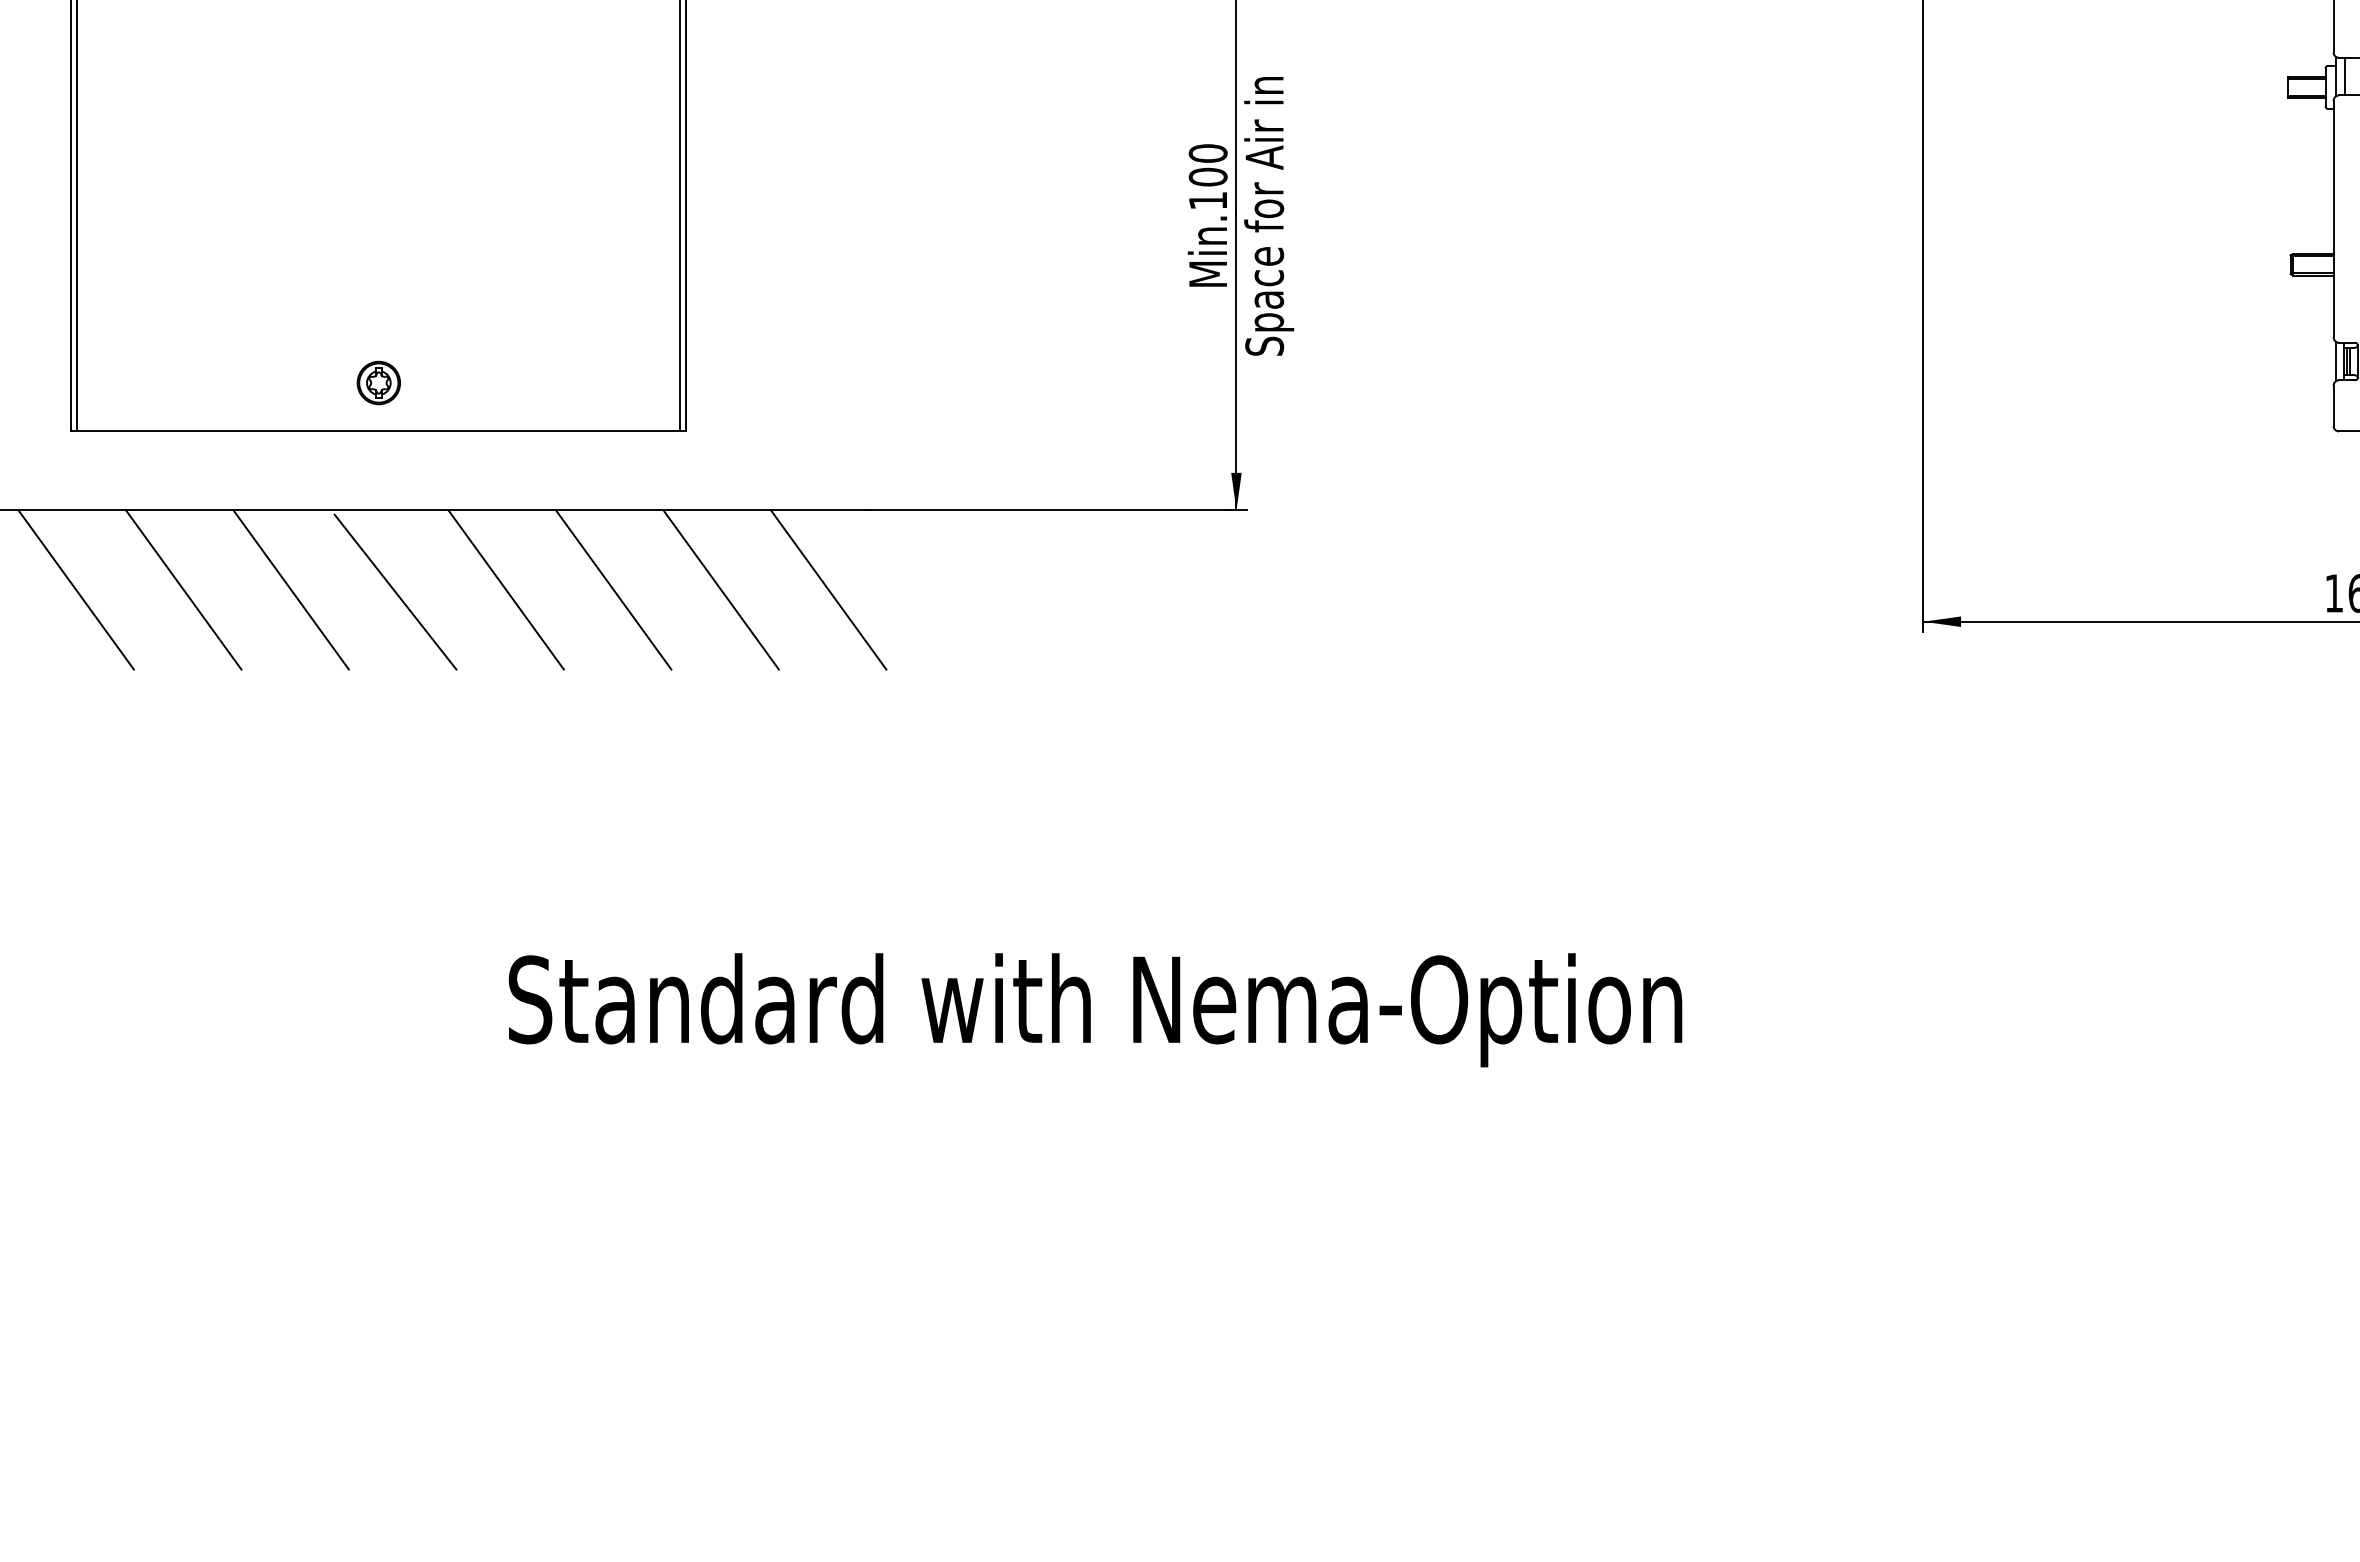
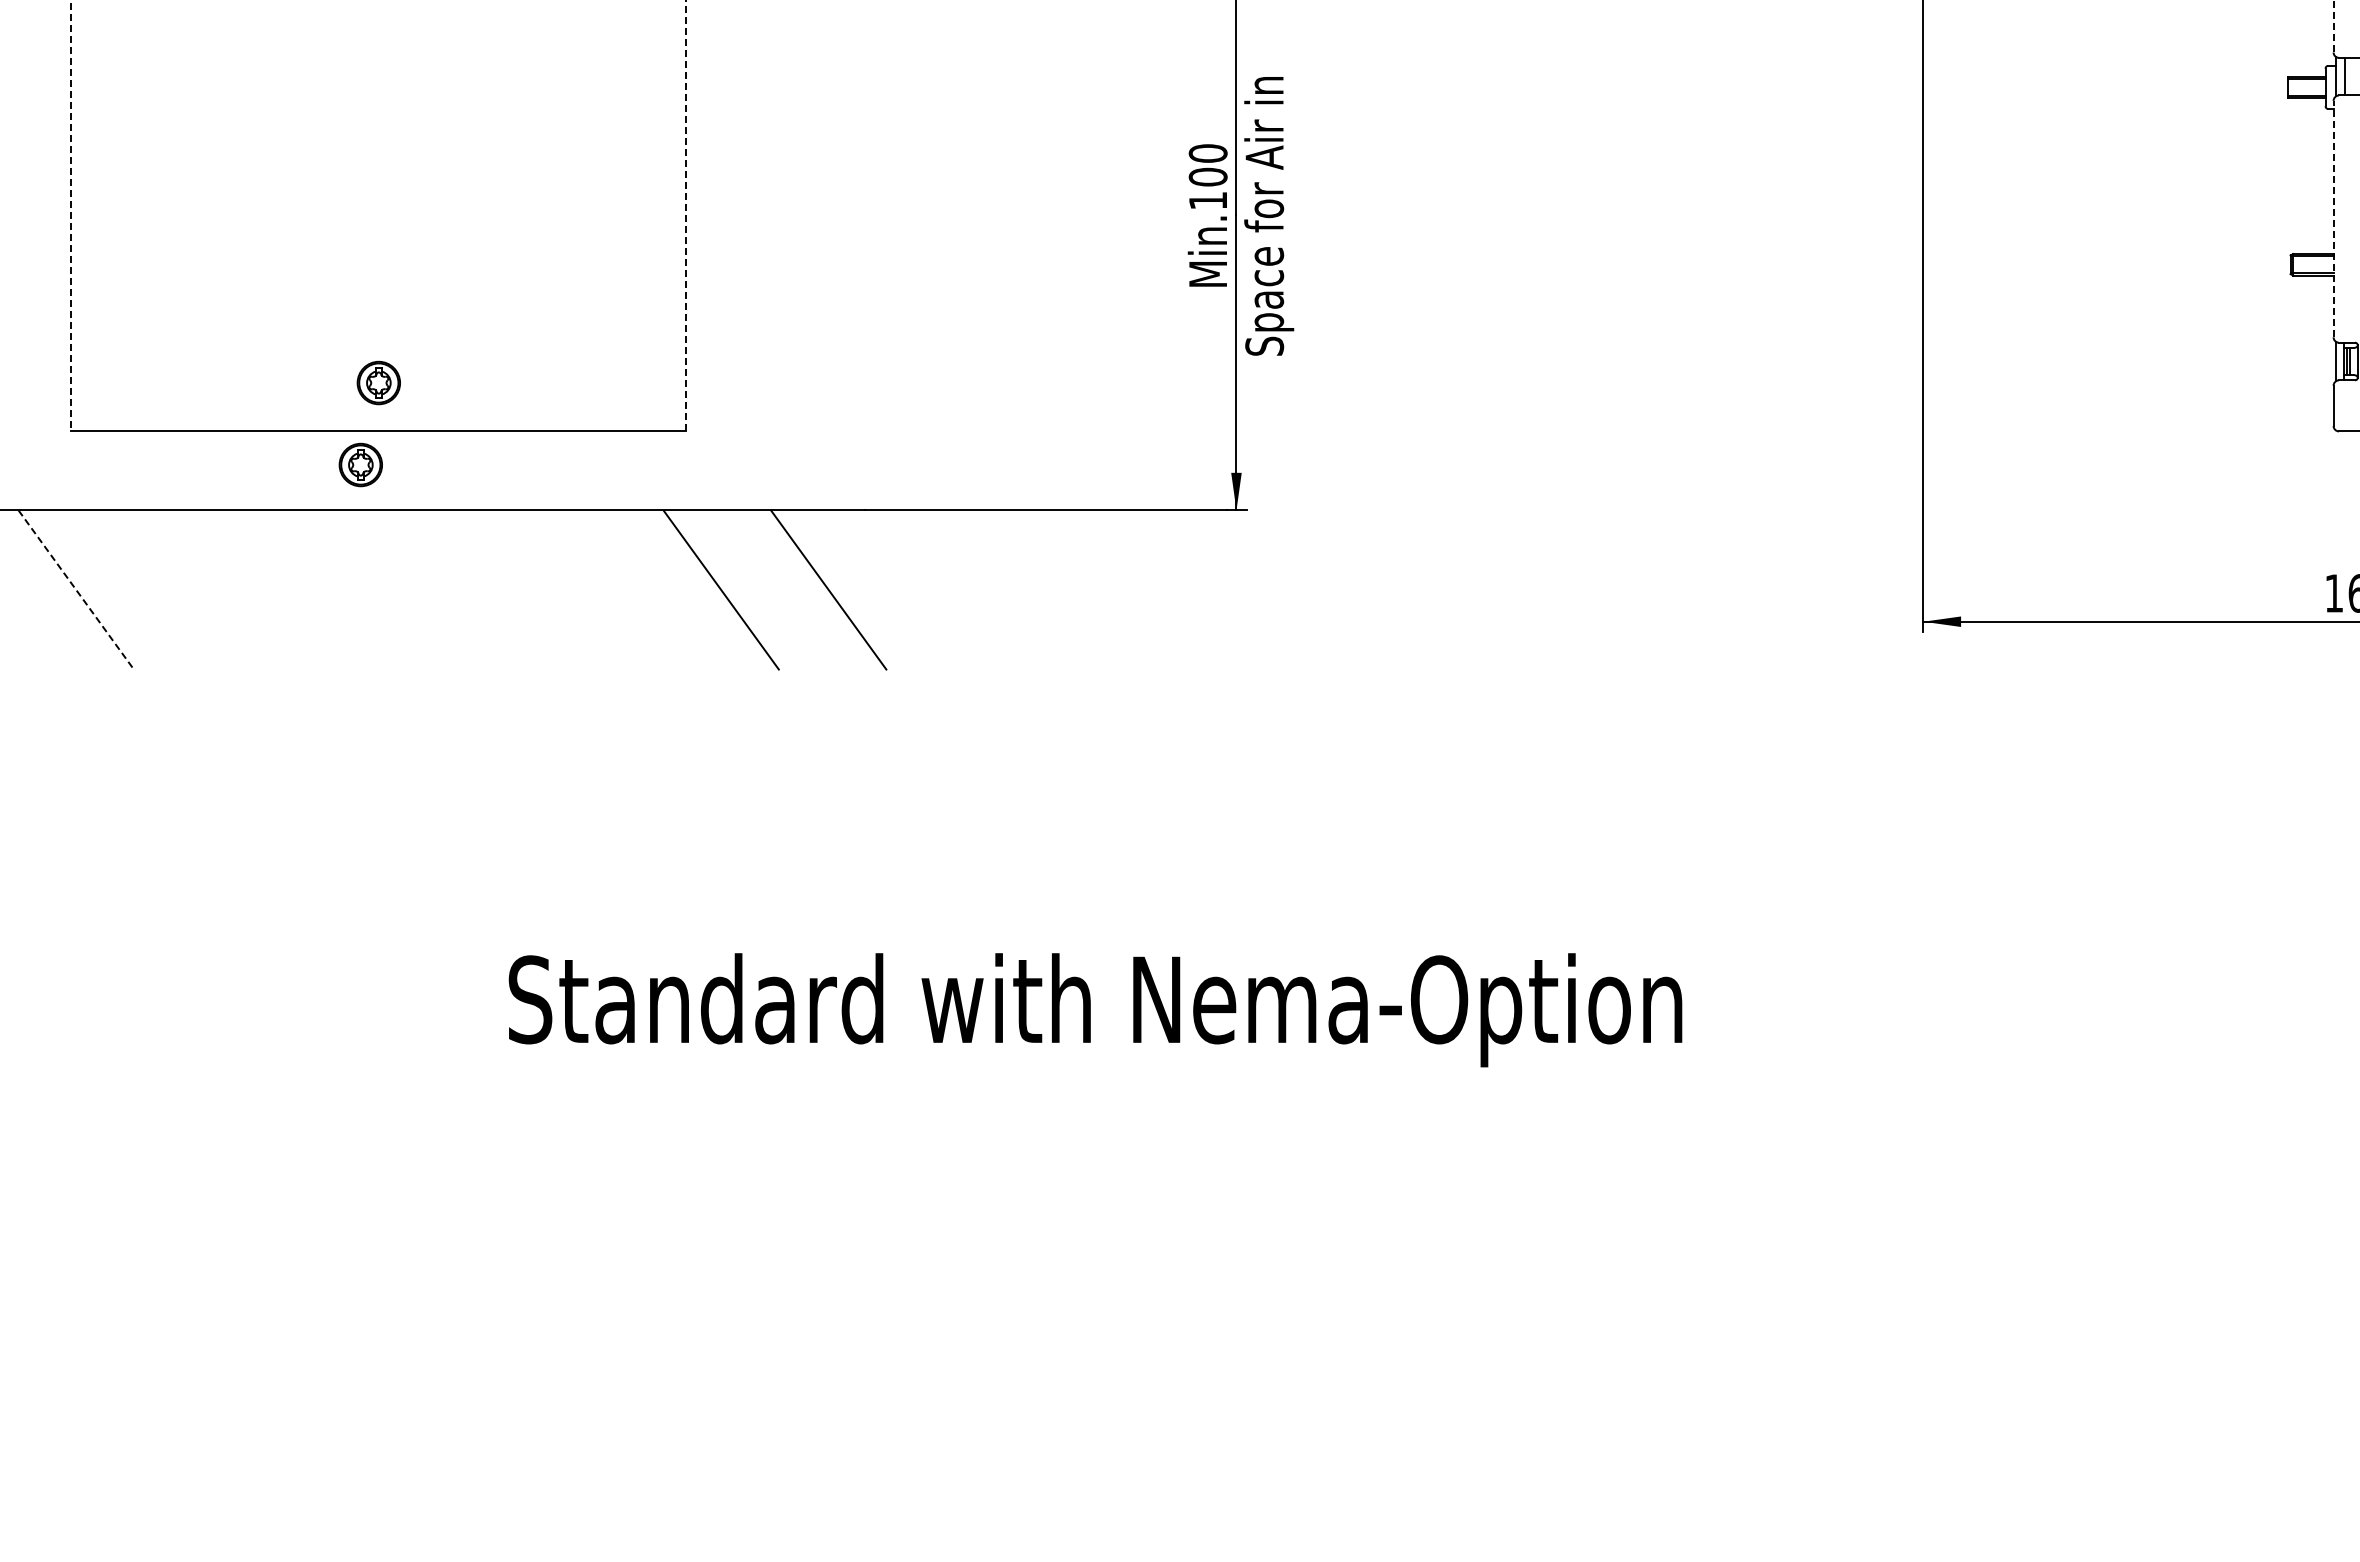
line at (2333, 26): solid -> dashed
line at (686, 215): solid -> dashed
line at (71, 216): solid -> dashed
line at (77, 216): present -> none
line at (680, 216): present -> none
line at (2333, 218): solid -> dashed
part at (360, 464): none -> present
line at (183, 589): present -> none
line at (290, 589): present -> none
line at (505, 589): present -> none
line at (613, 589): present -> none
line at (76, 590): solid -> dashed
line at (395, 591): present -> none
